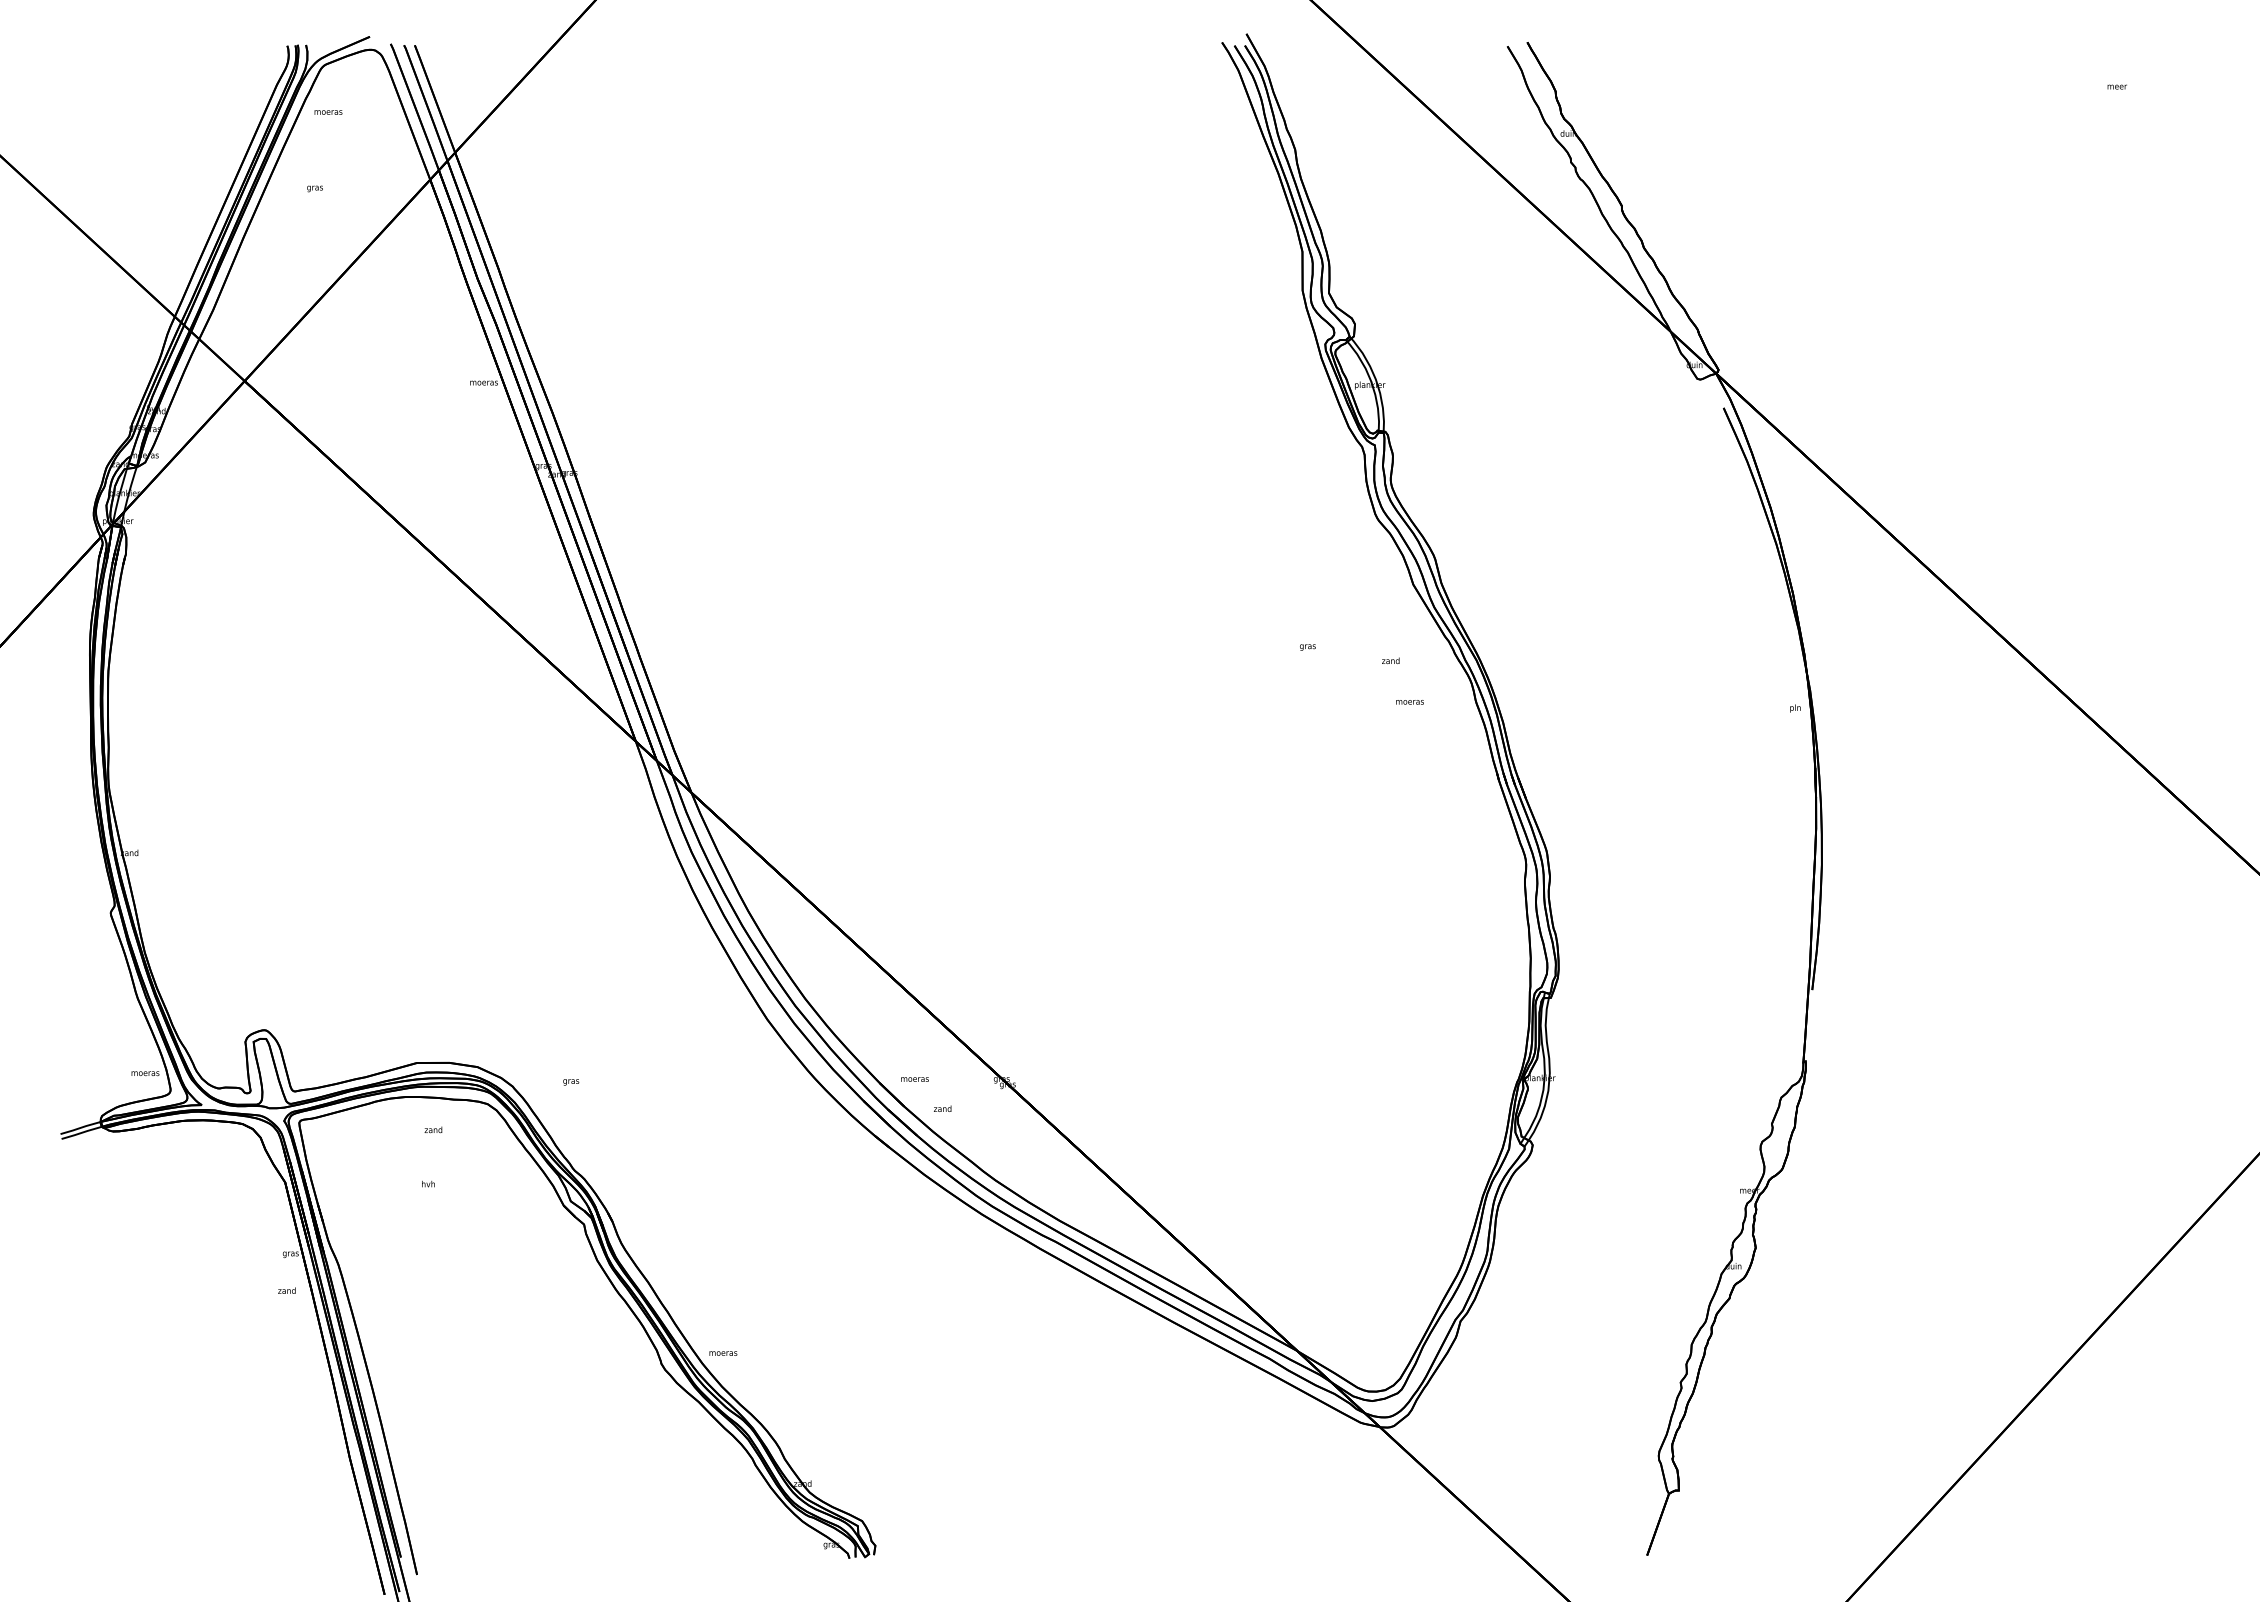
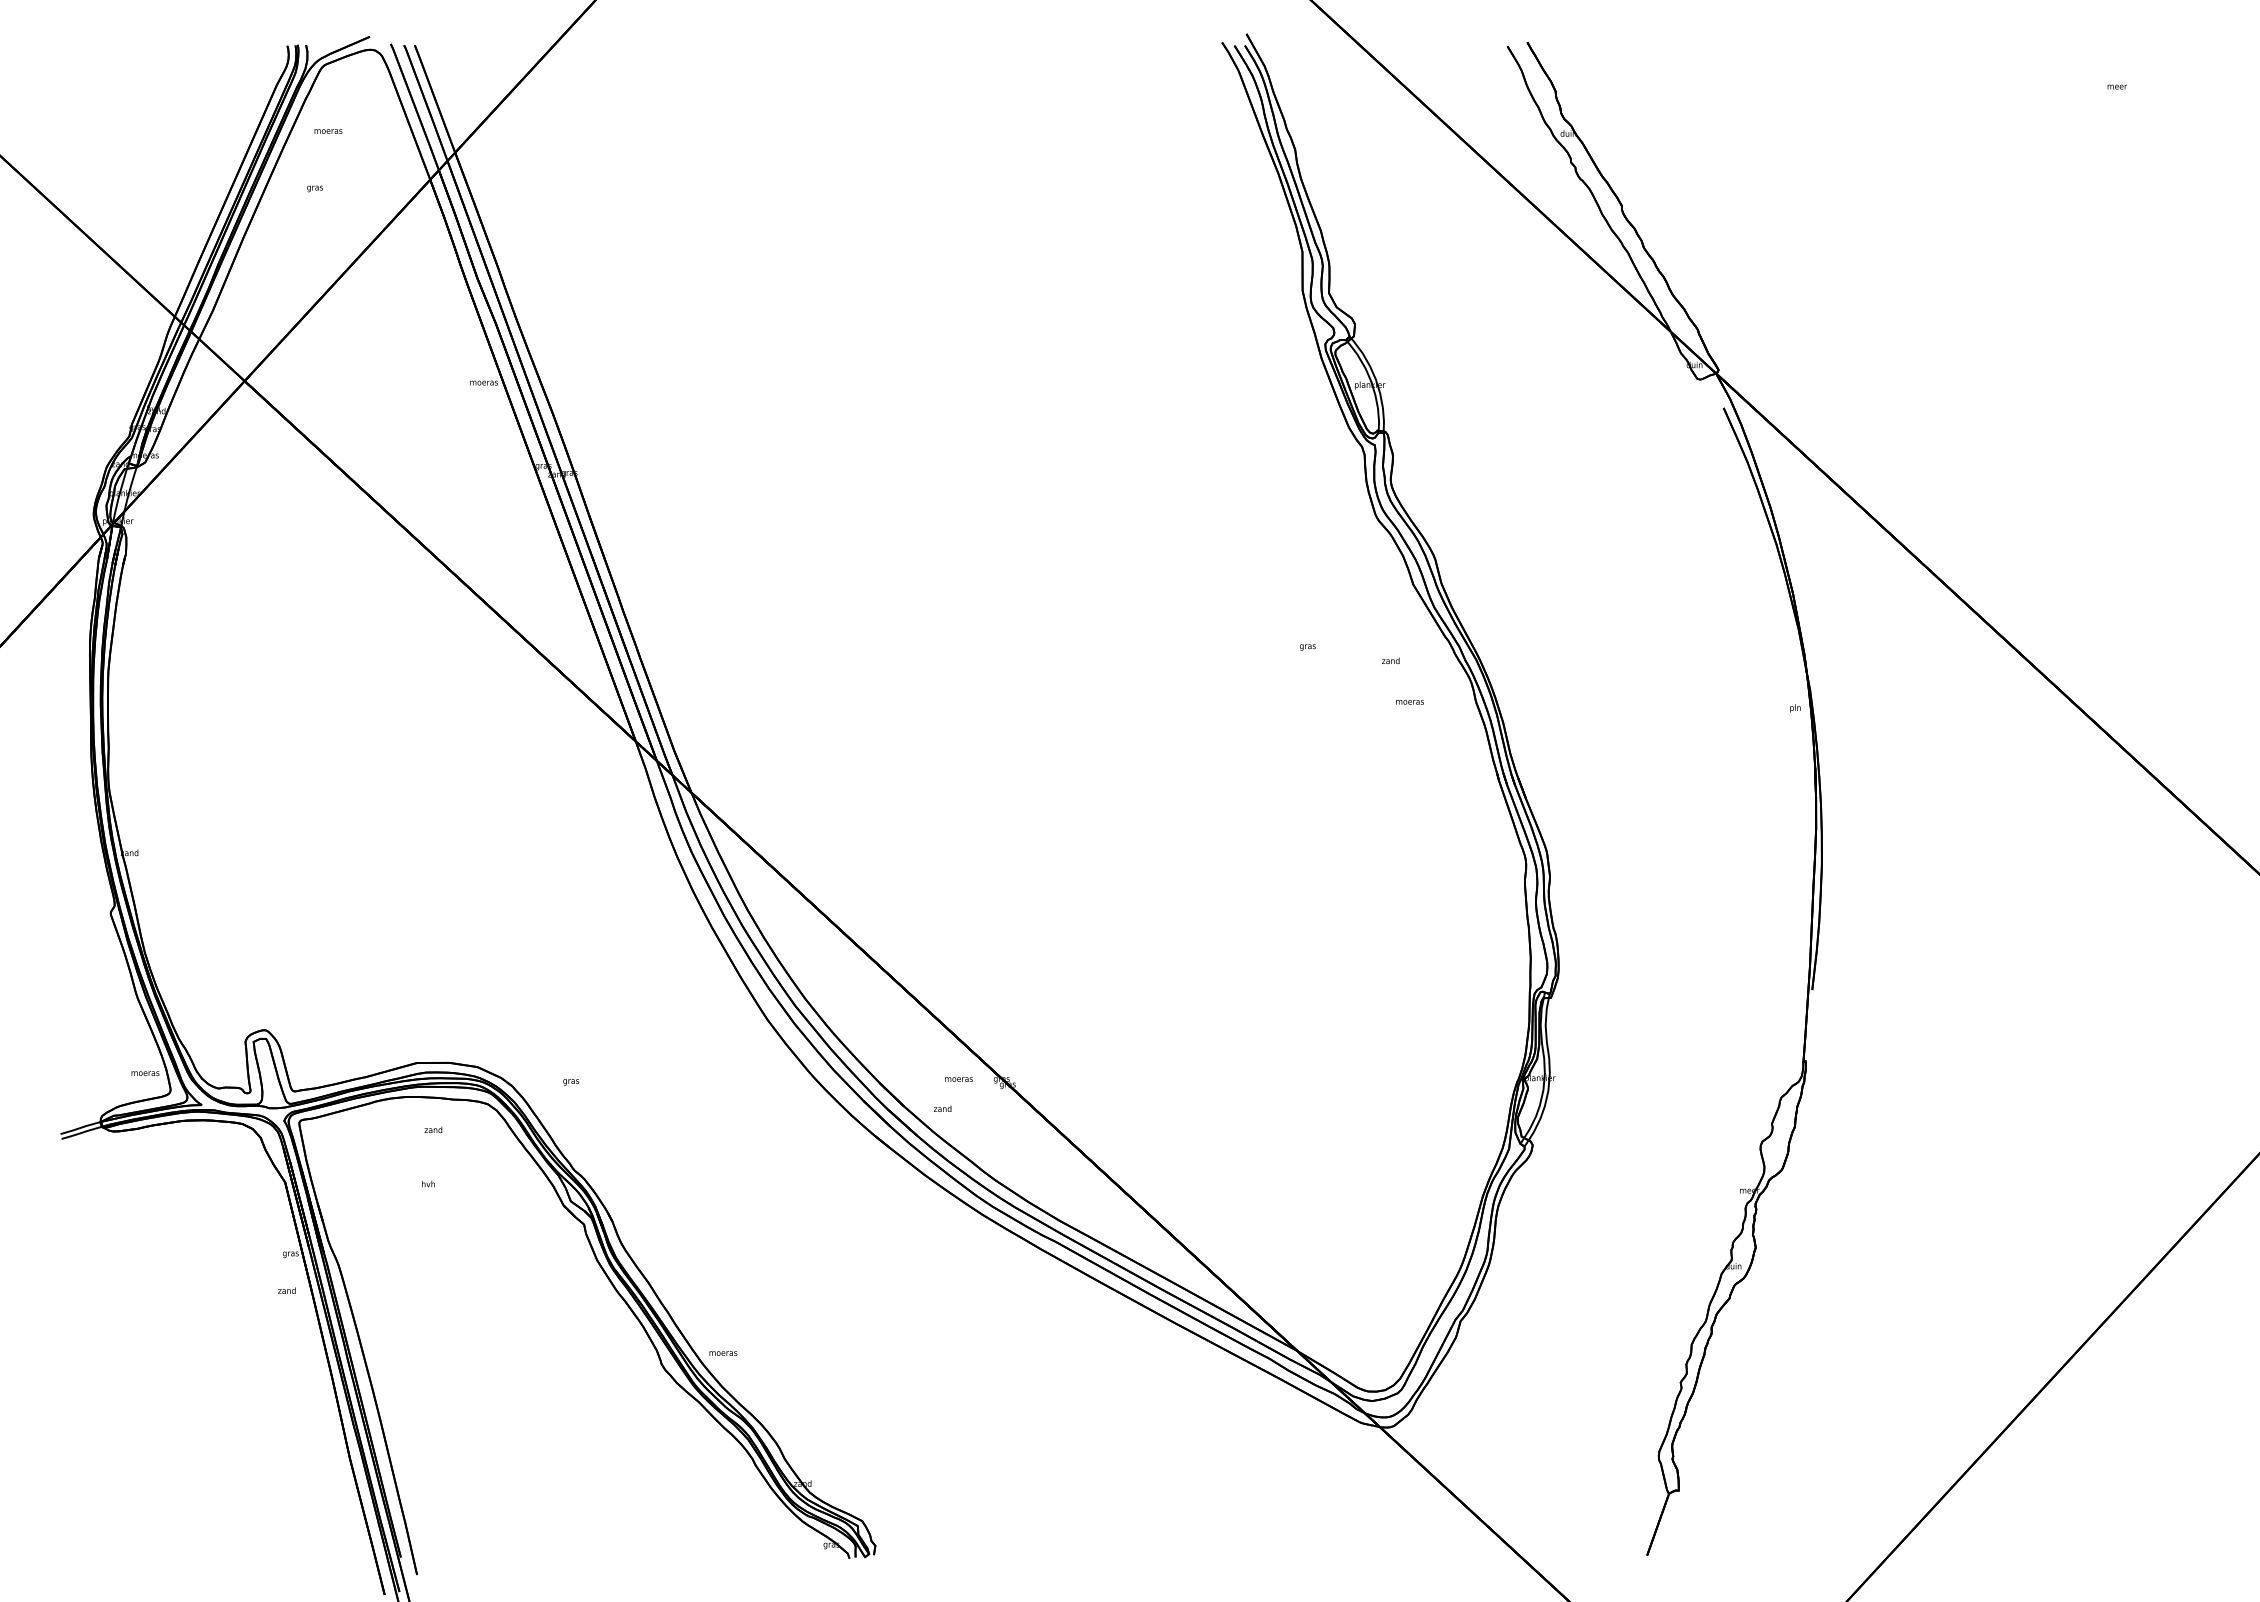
text at (328, 112) position: (328, 112) -> (328, 131)
text at (914, 1079) position: (914, 1079) -> (958, 1079)
